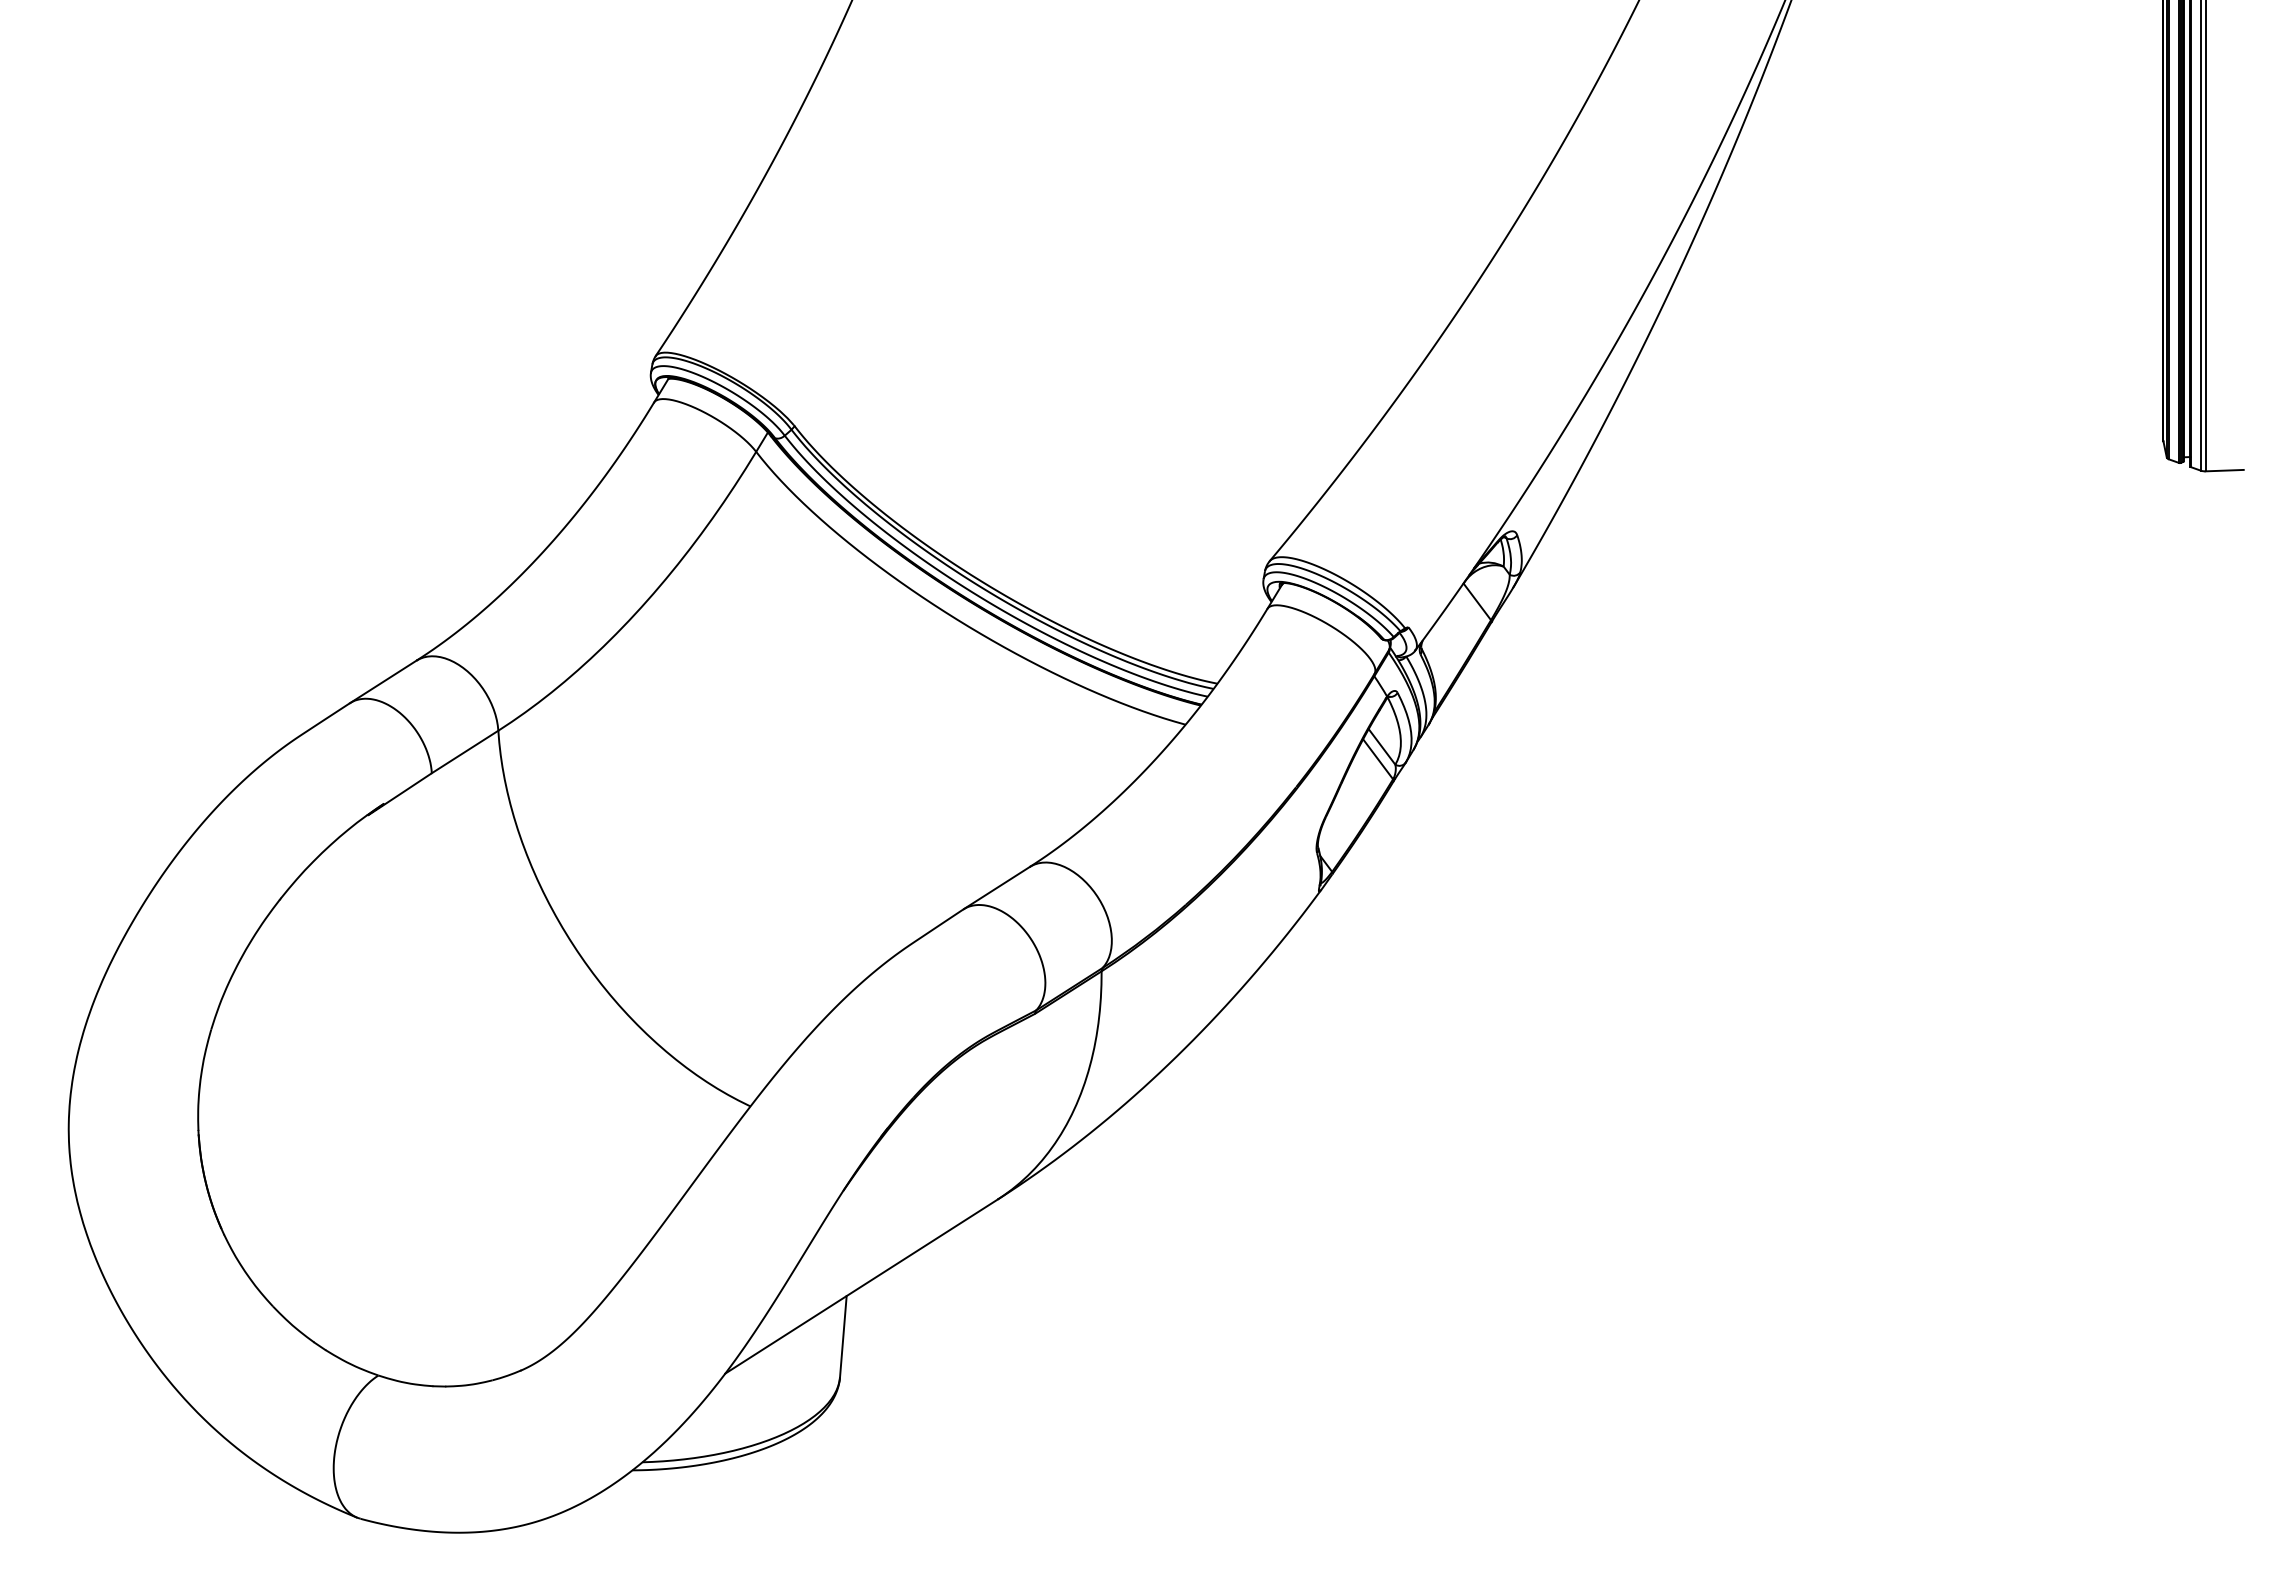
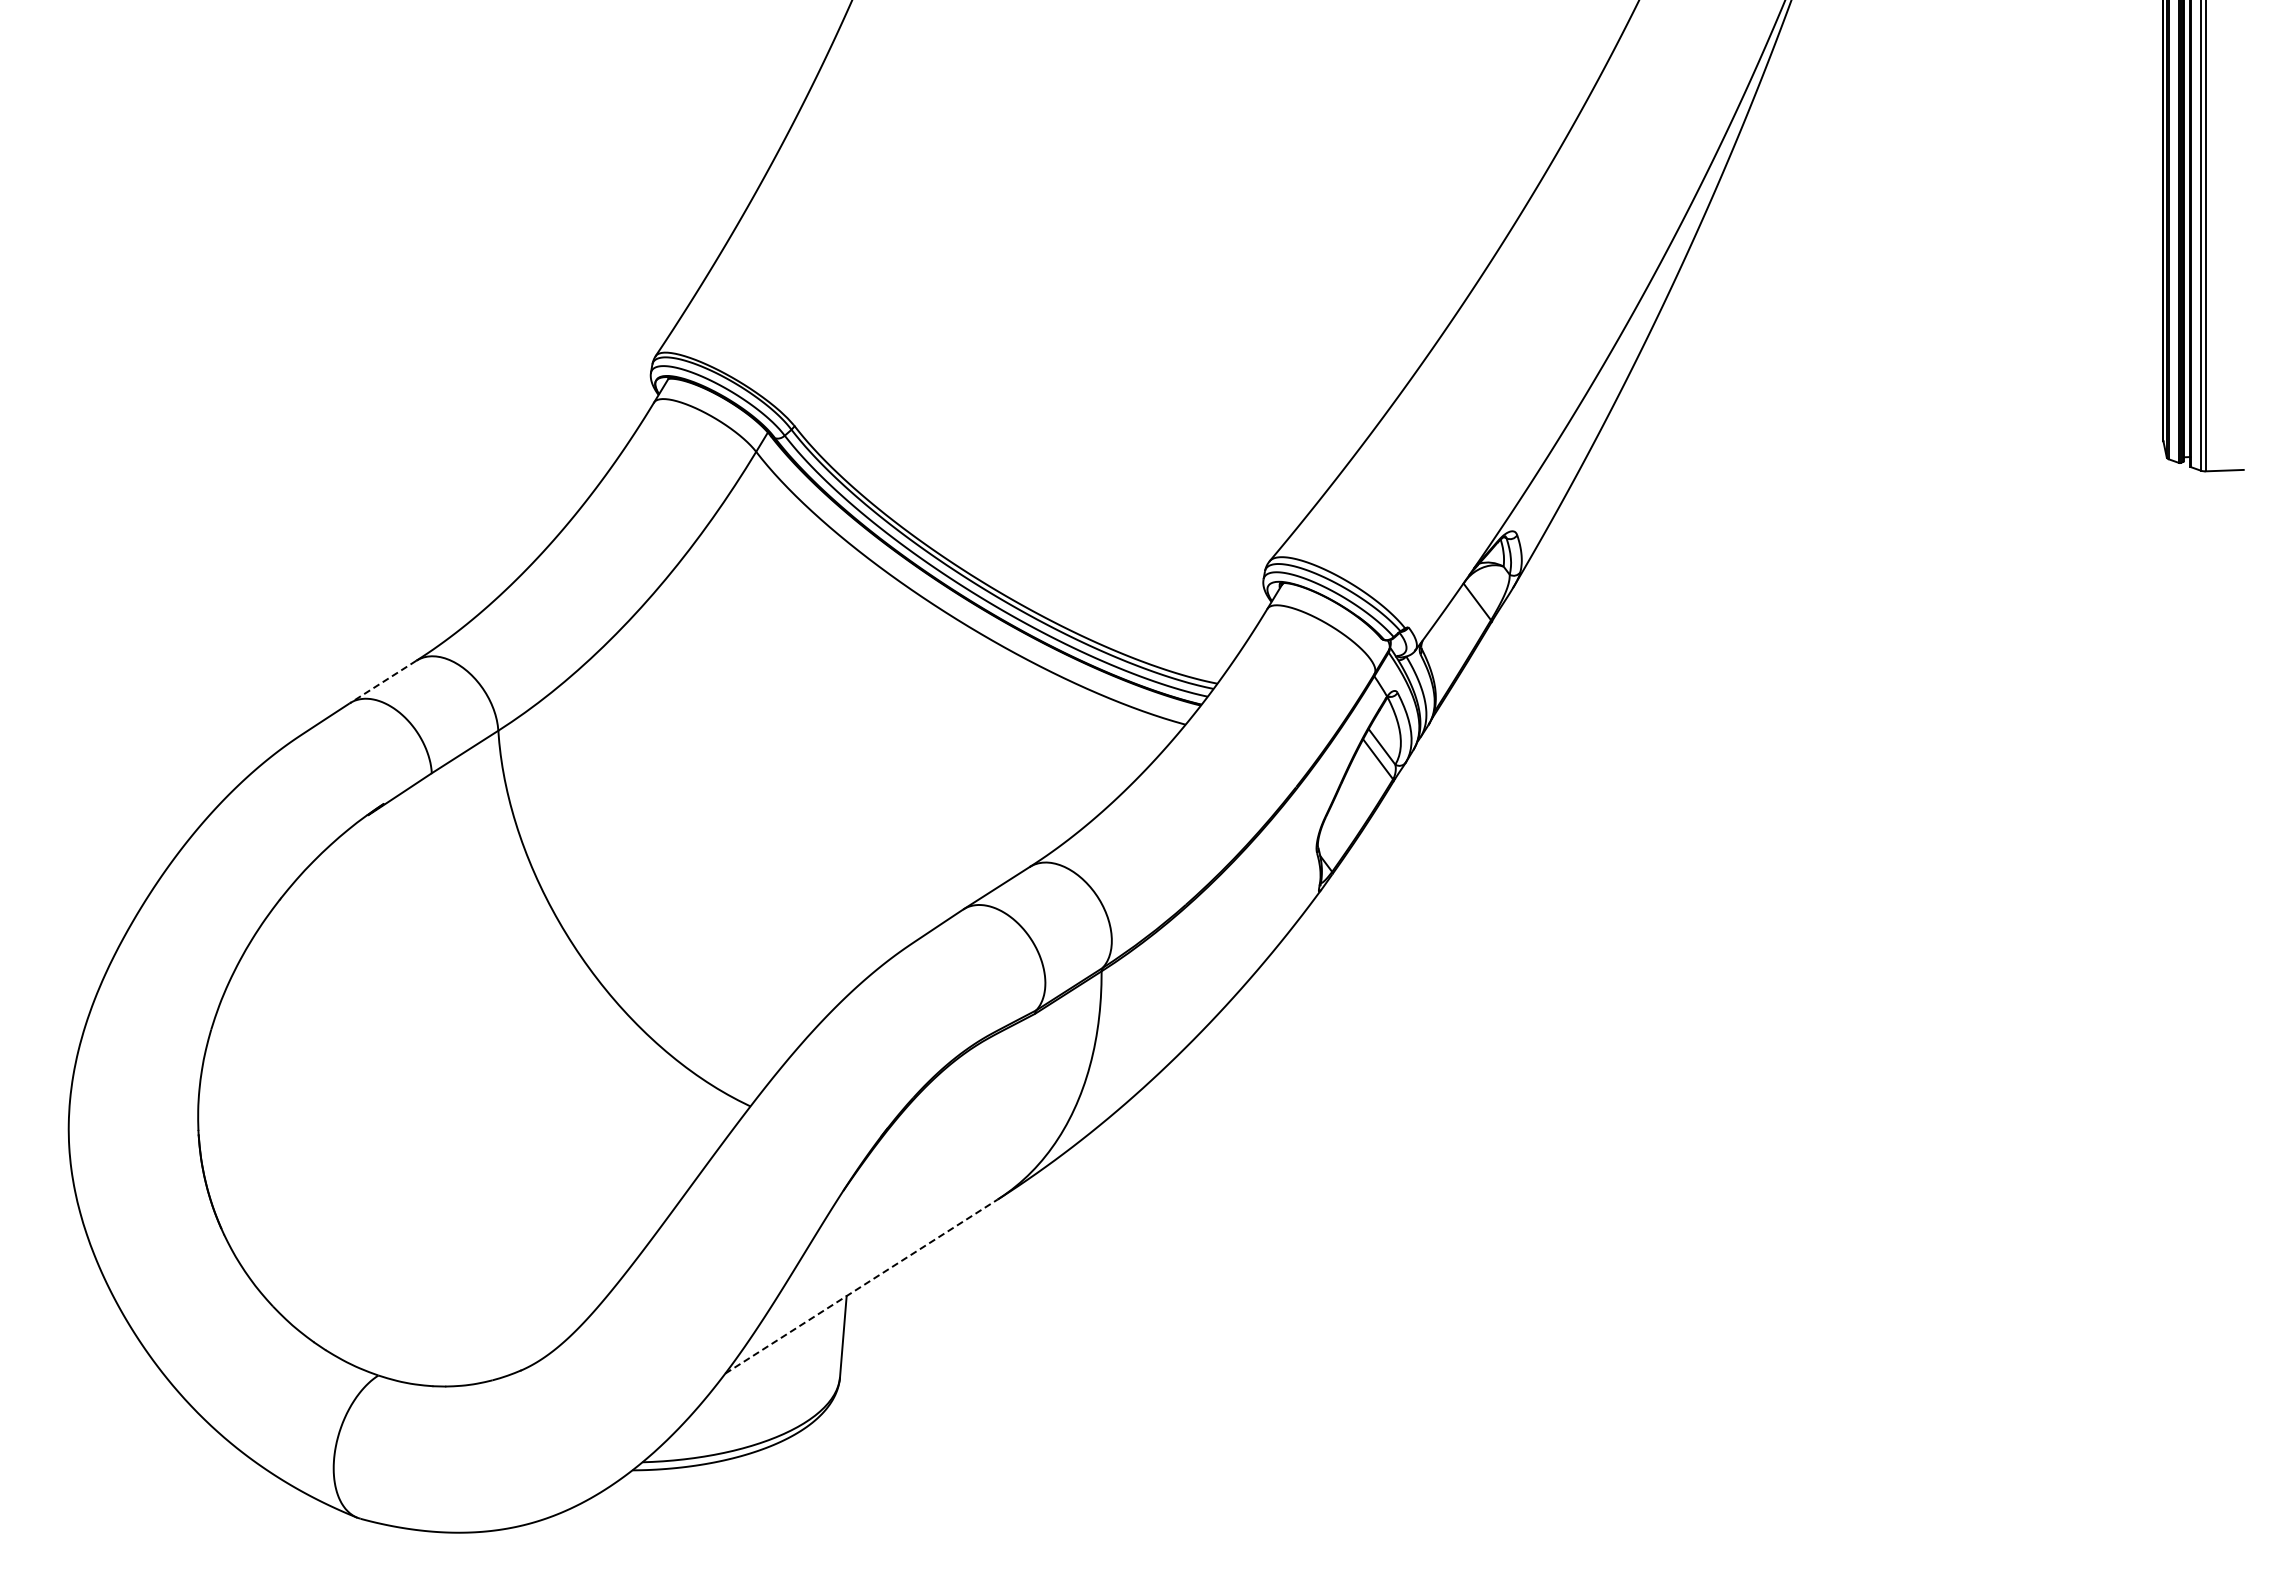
line at (382, 682): solid -> dashed
line at (861, 1286): solid -> dashed
